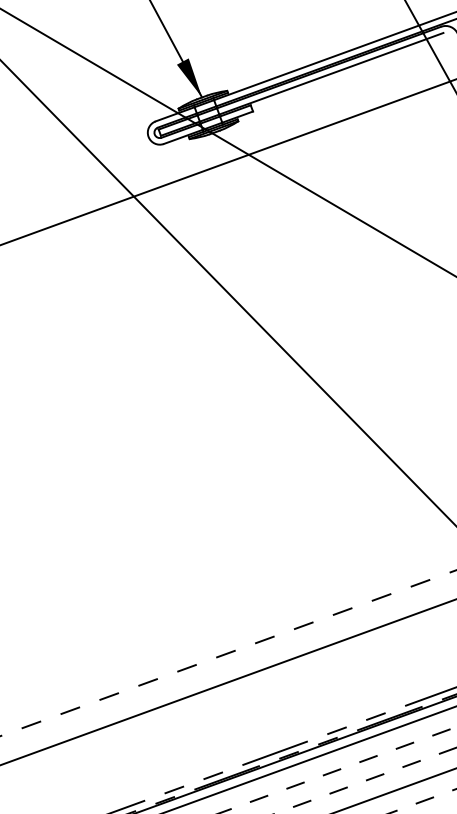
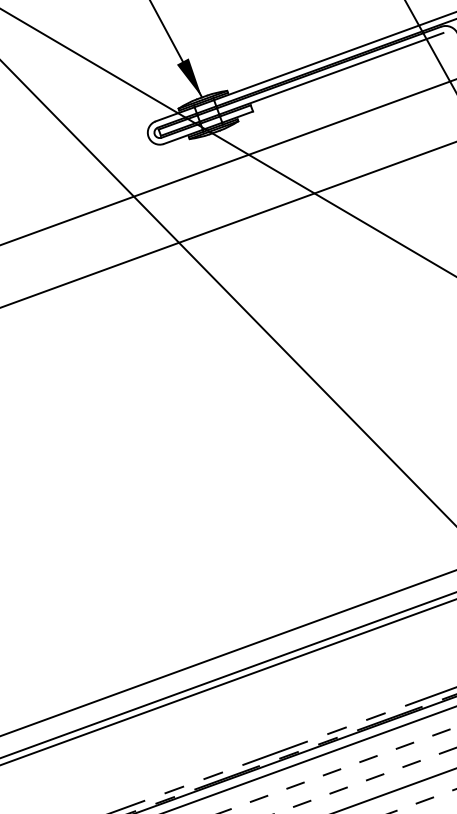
line at (227, 224): none -> present
line at (228, 653): dashed -> solid
line at (227, 675): none -> present
